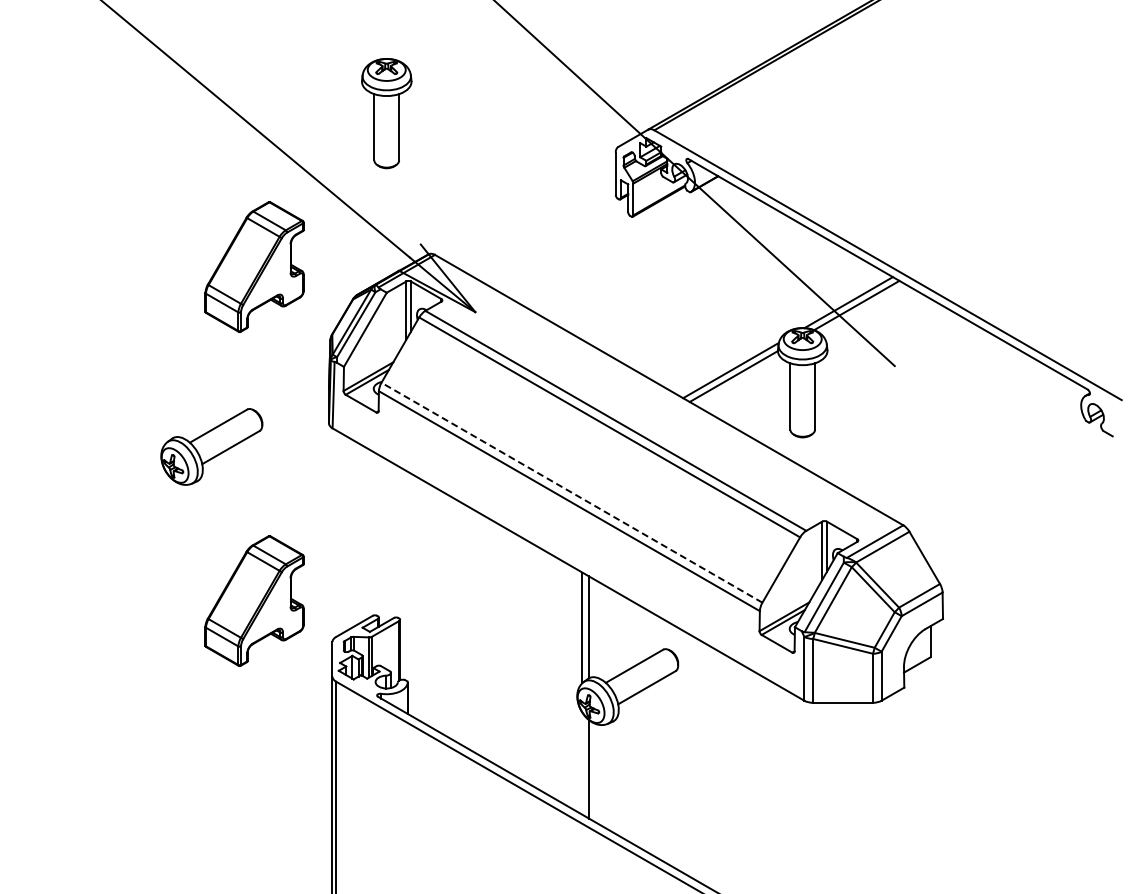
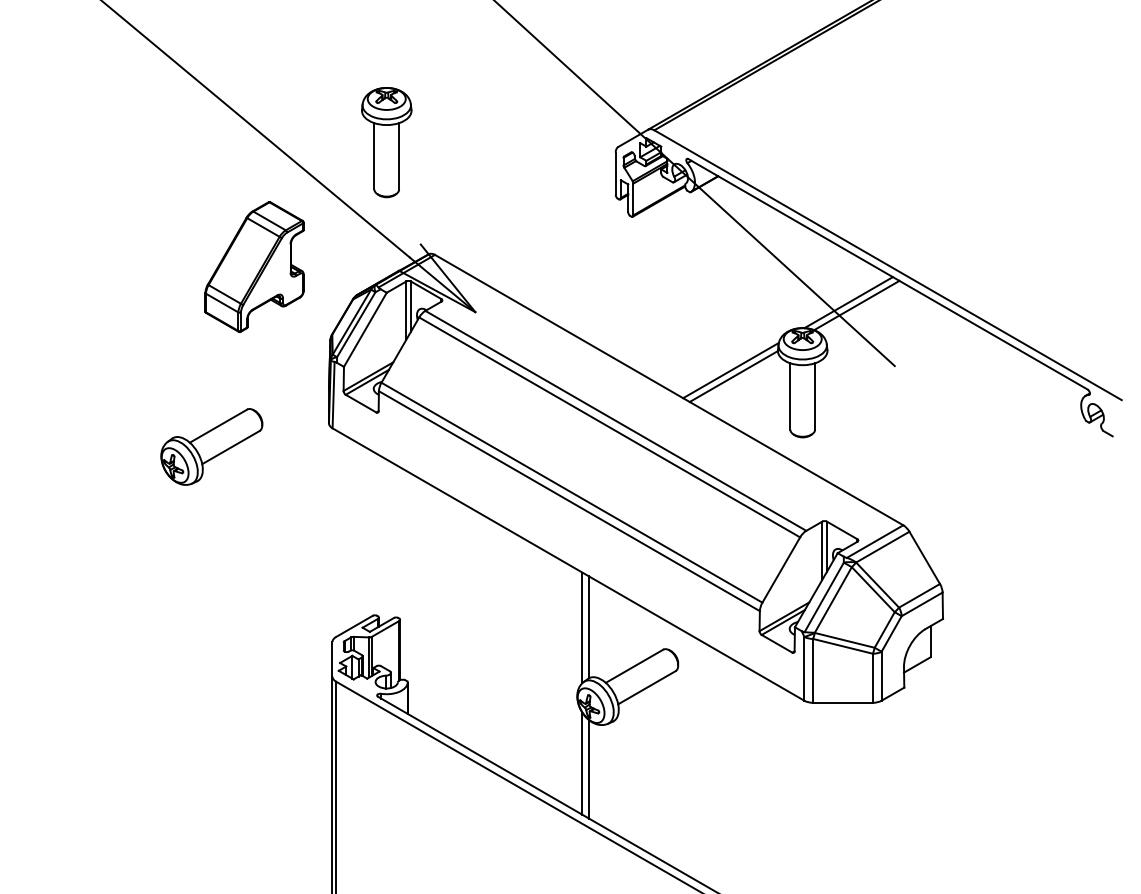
part at (386, 113) position: (386, 113) -> (386, 142)
line at (571, 492): dashed -> solid
part at (254, 600): present -> none
line at (582, 763): none -> present
